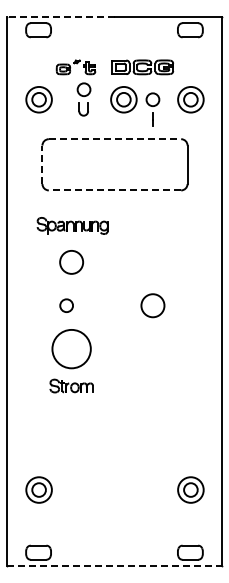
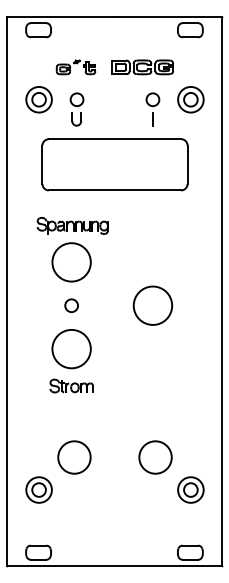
line at (60, 17): dashed -> solid
part at (83, 99) position: (83, 99) -> (76, 109)
part at (123, 99): present -> none
line at (115, 139): dashed -> solid
line at (42, 164): dashed -> solid
line at (114, 190): dashed -> solid
circle at (71, 261) diameter: 23 px -> 38 px
circle at (66, 305) position: (66, 305) -> (71, 305)
circle at (152, 305) diameter: 23 px -> 38 px
circle at (74, 457): none -> present
circle at (155, 457): none -> present
line at (114, 565): dashed -> solid
